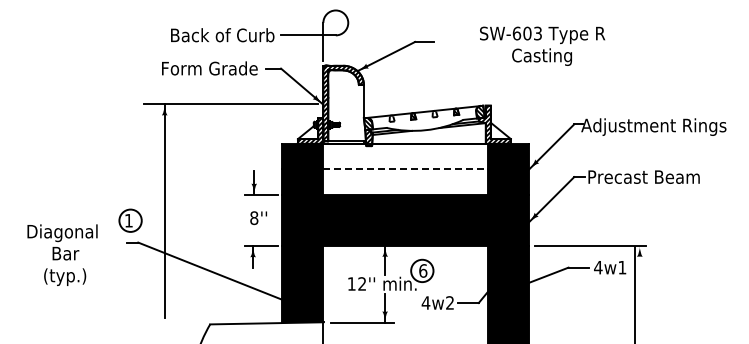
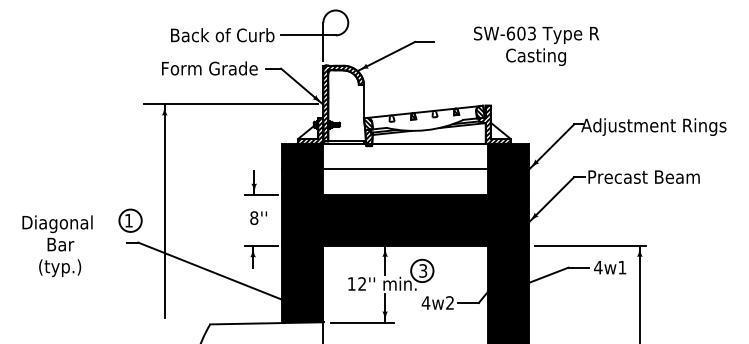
text at (542, 45) position: (542, 45) -> (536, 45)
line at (406, 169): dashed -> solid
text at (62, 254) position: (62, 254) -> (57, 245)
text at (423, 270): 6 -> 3
line at (634, 293) position: (634, 293) -> (639, 293)
